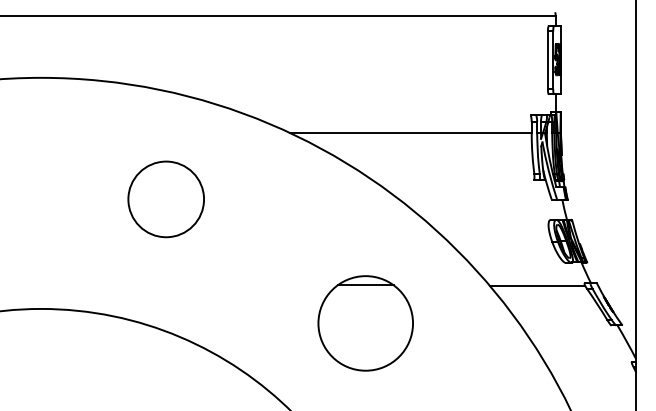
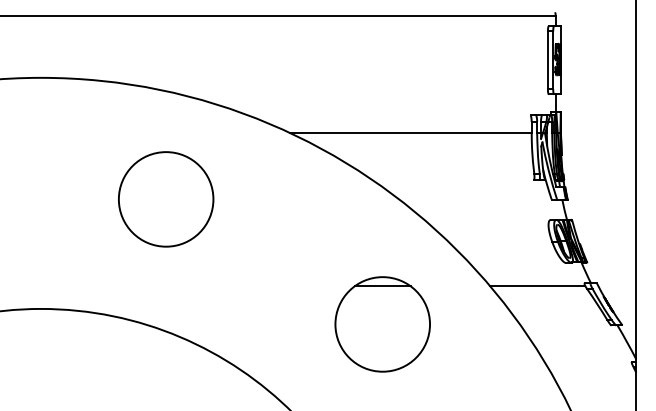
circle at (165, 199) size: 78x79 px -> 97x97 px
part at (365, 323) position: (365, 323) -> (382, 324)
